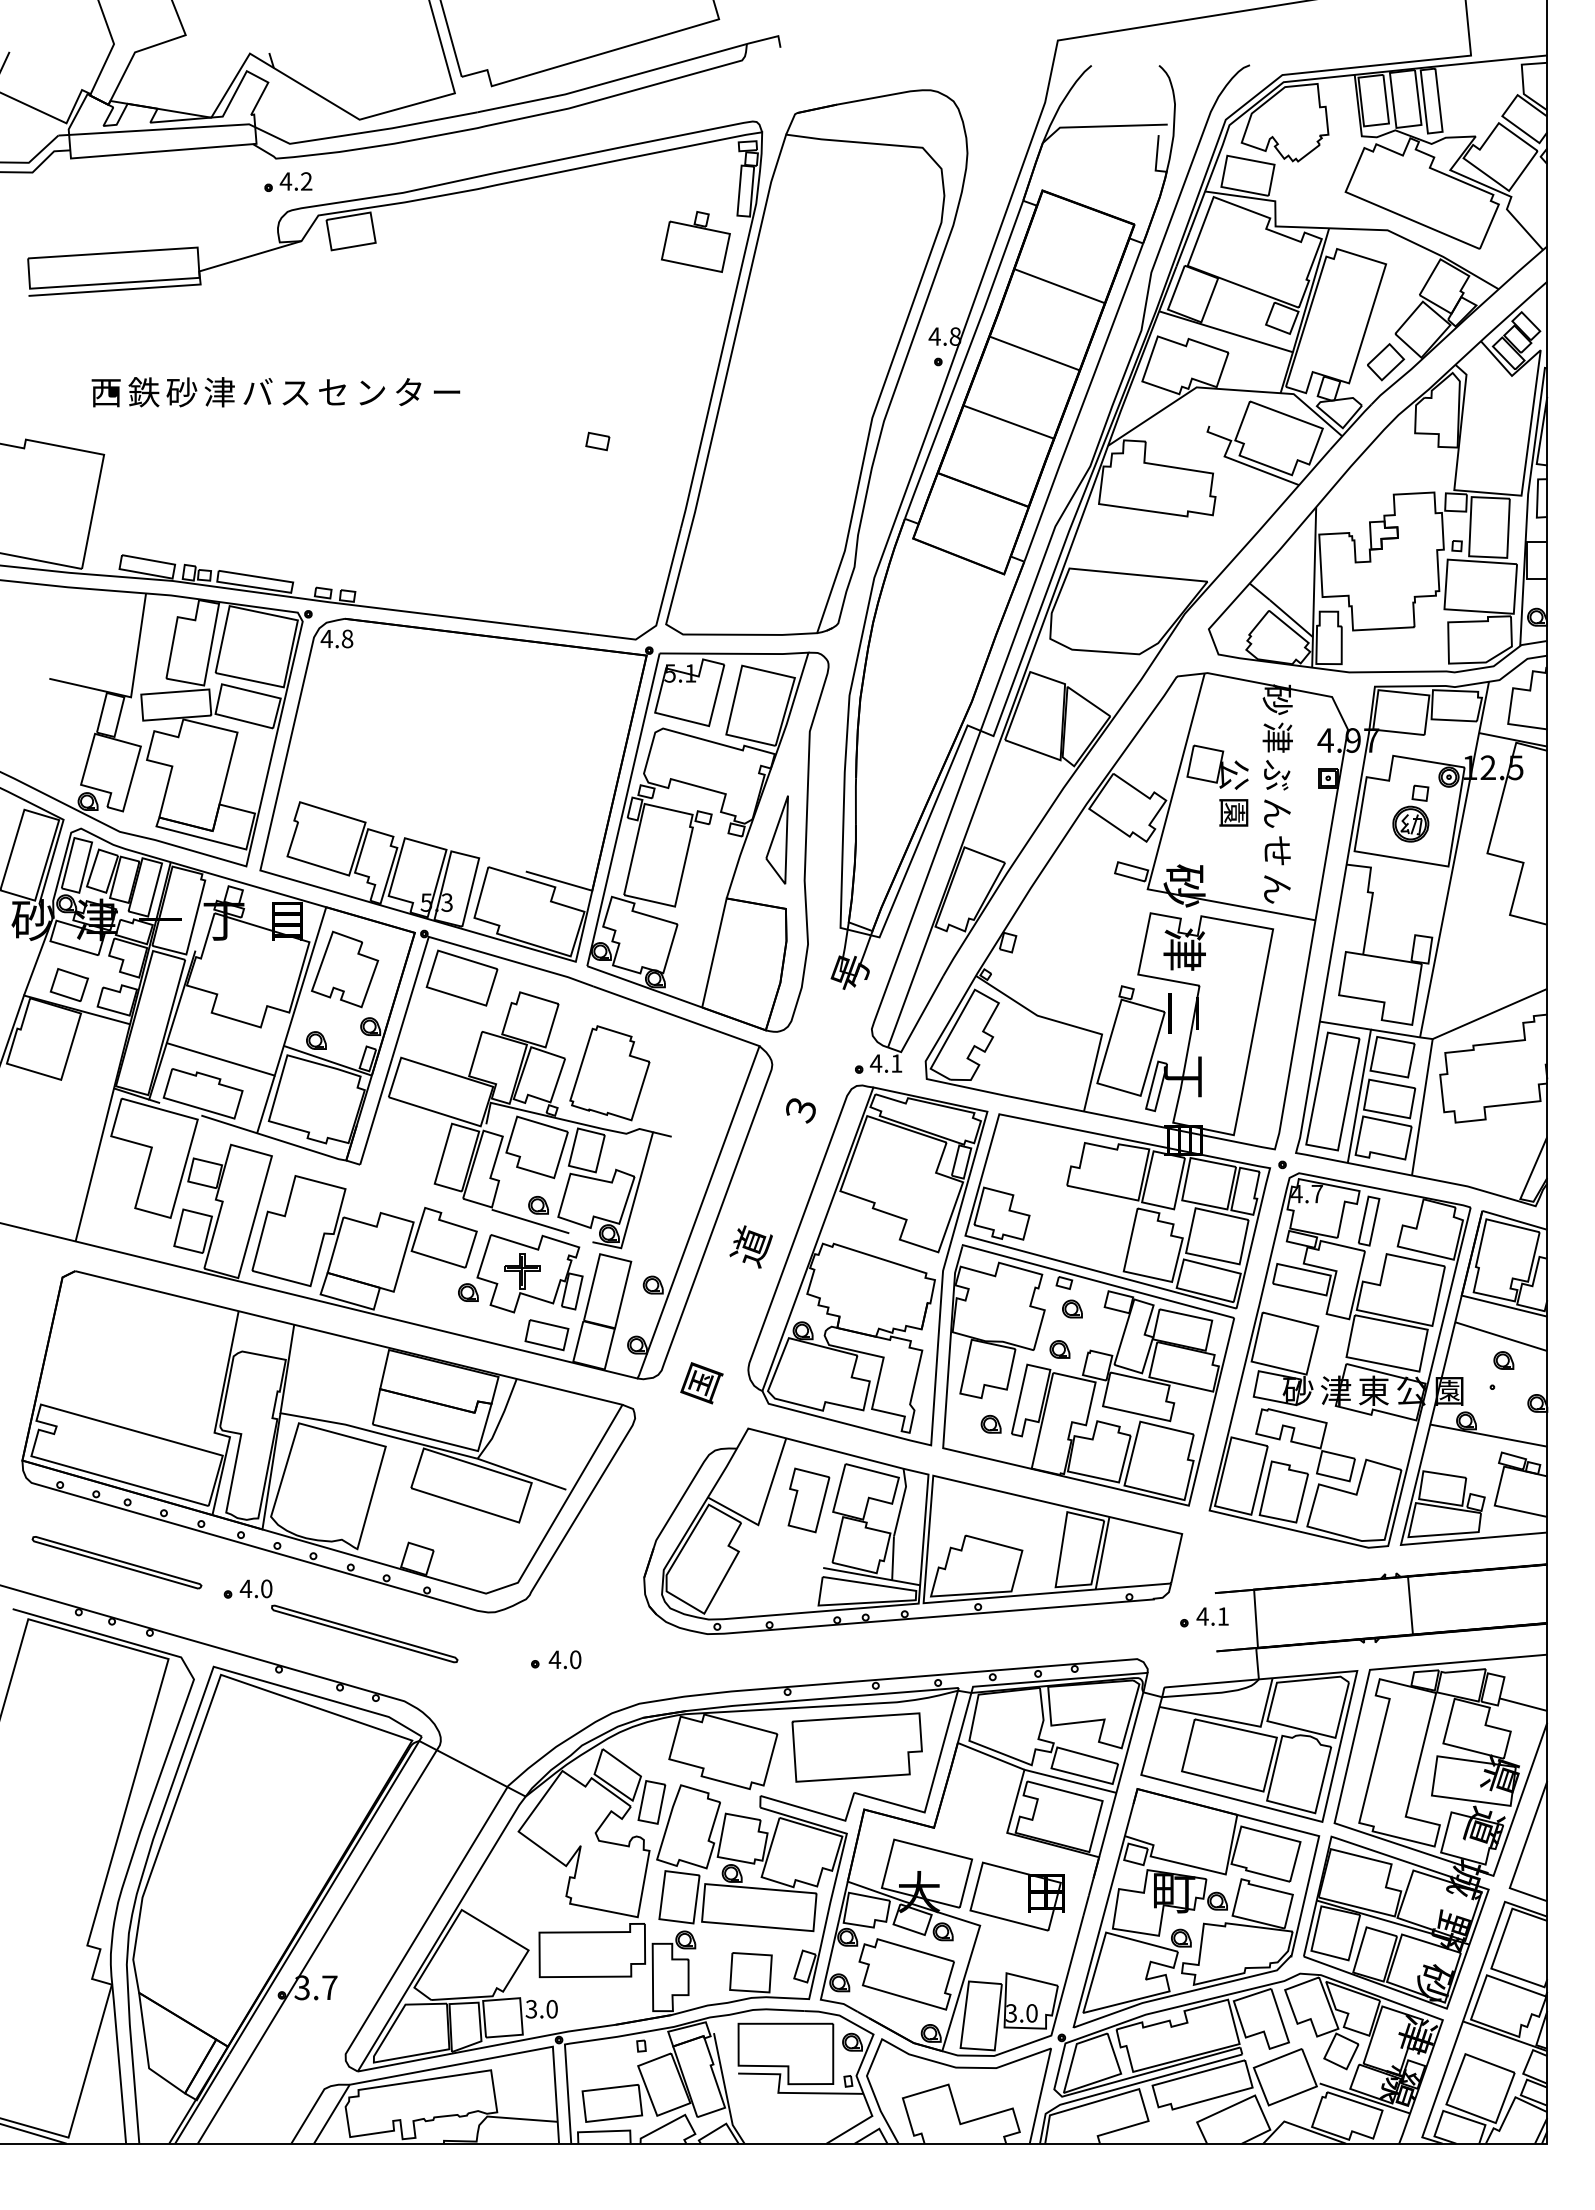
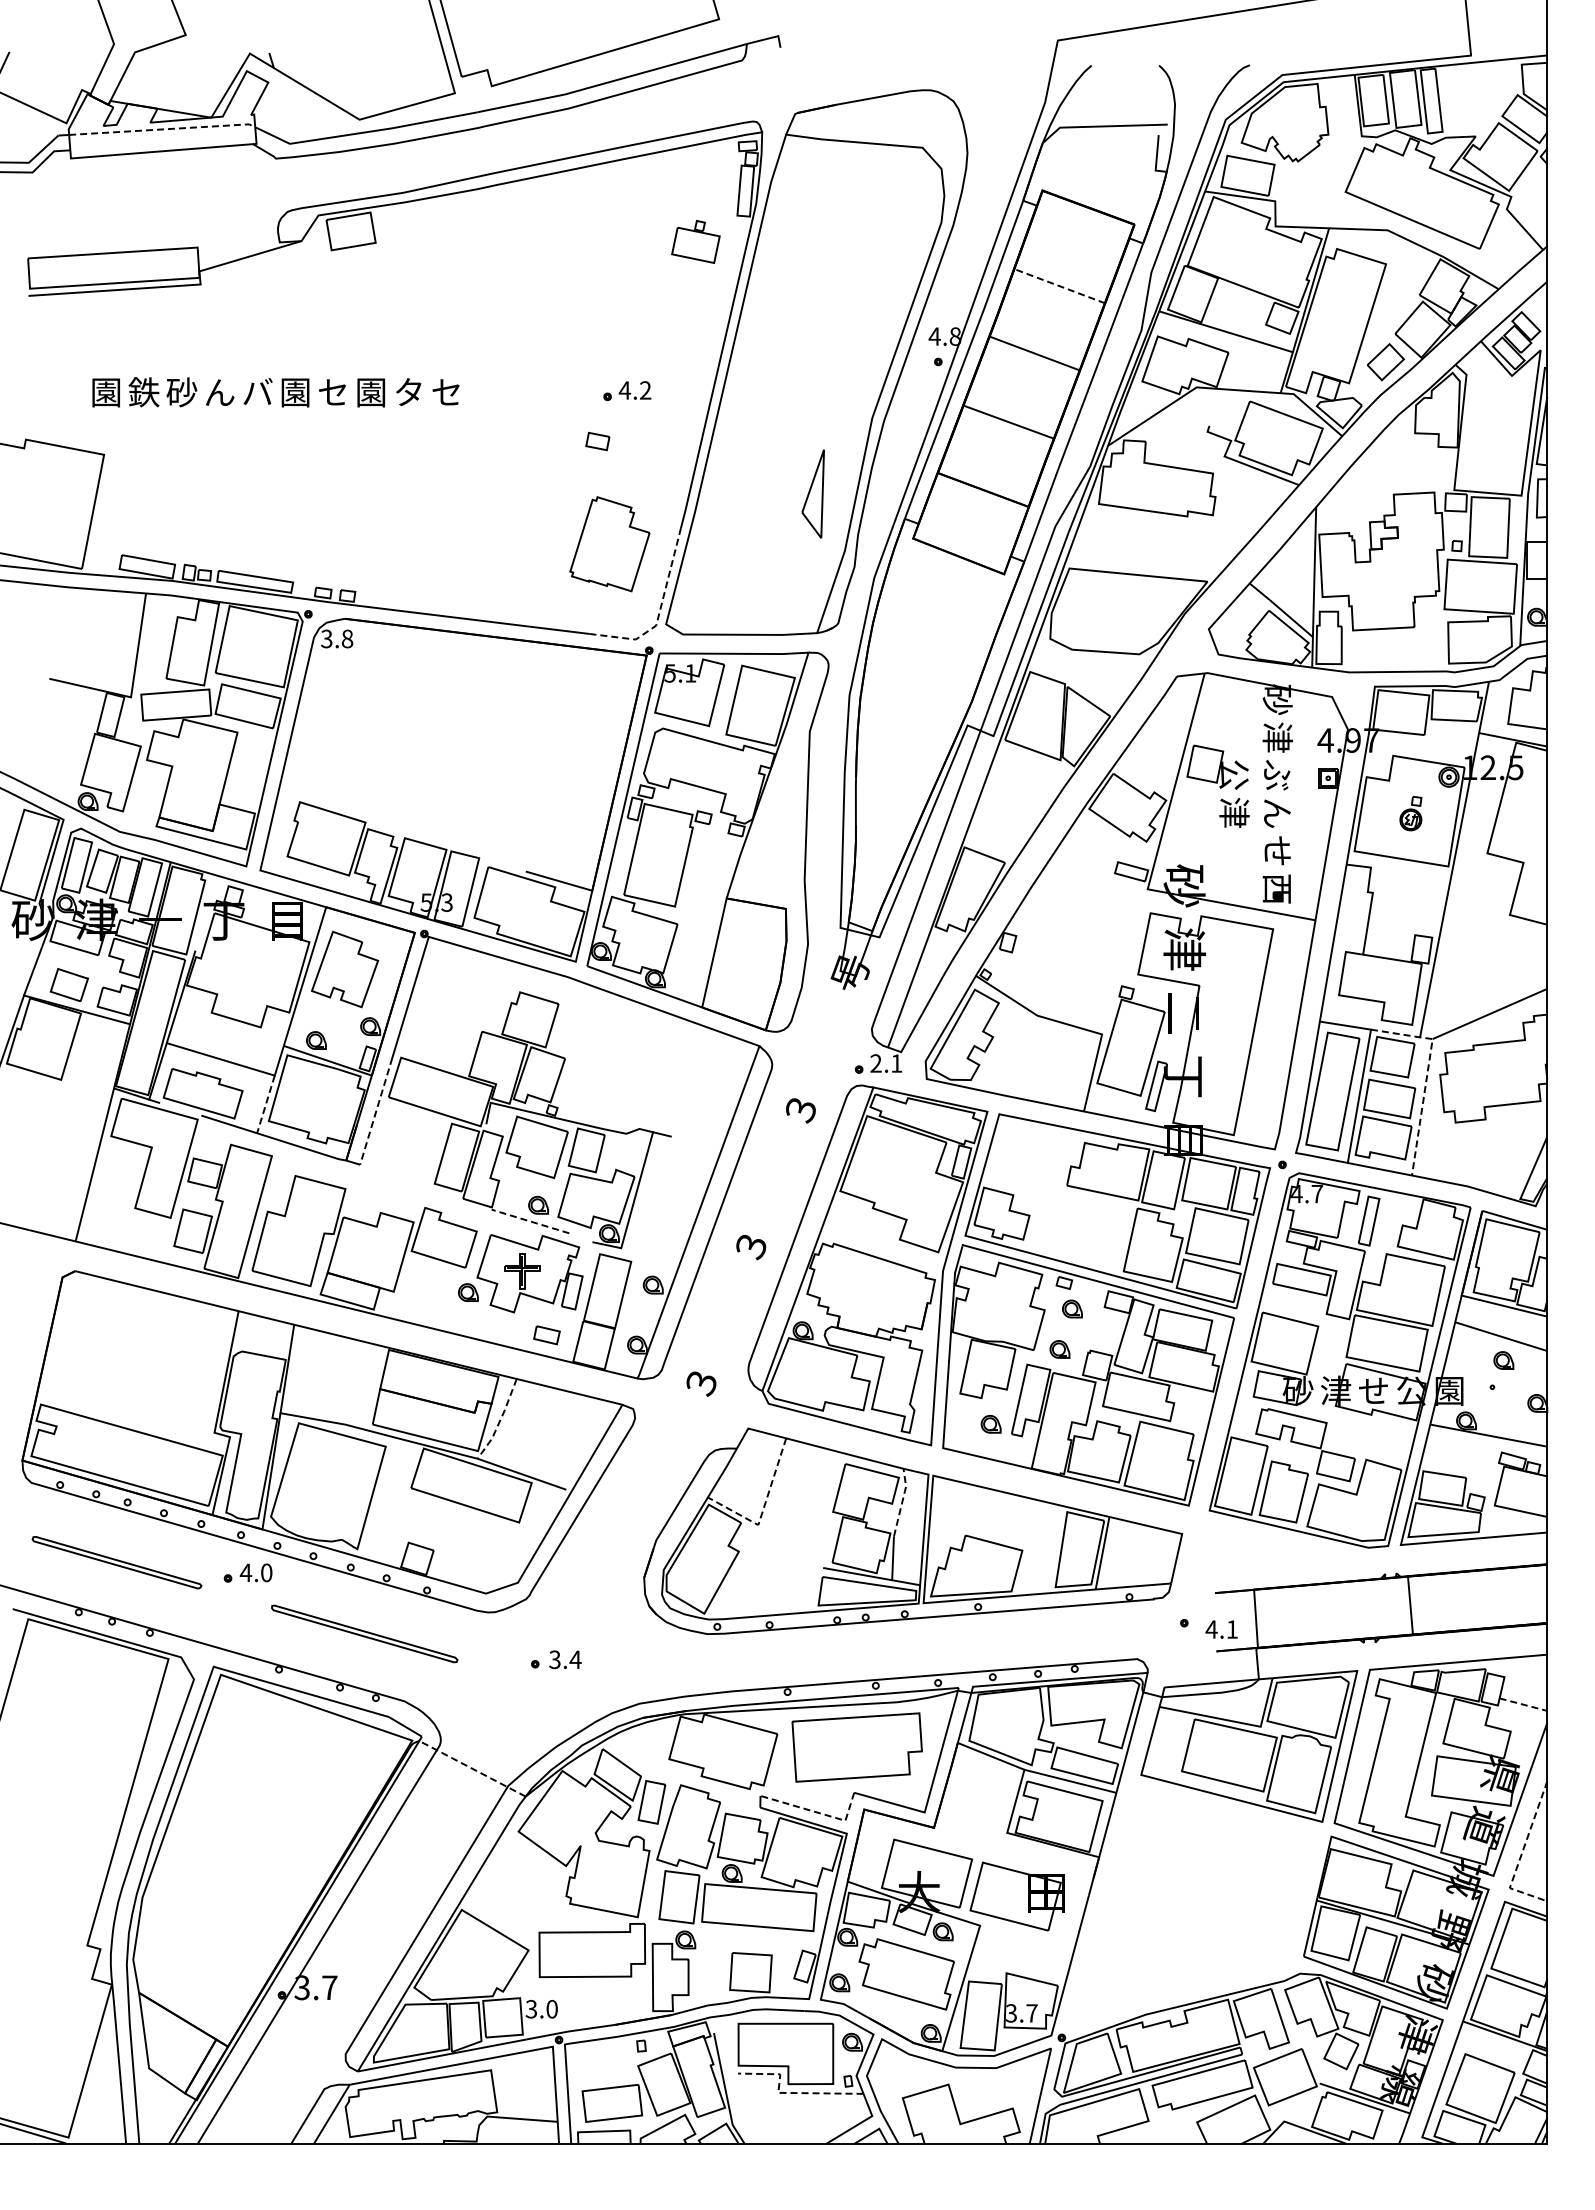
line at (163, 129): solid -> dashed
part at (288, 181) position: (288, 181) -> (627, 390)
part at (695, 241) size: 70x62 px -> 50x44 px
line at (1059, 286): solid -> dashed
text at (105, 392): 西 -> 園
text at (219, 392): 津 -> ん
text at (295, 392): ス -> 園
text at (371, 392): ン -> 園
text at (446, 392): ー -> セ
line at (659, 613): solid -> dashed
text at (326, 638): 4.8 -> 3.8
text at (1234, 812): 園 -> 津
part at (1410, 813) size: 38x59 px -> 24x36 px
part at (776, 839) position: (776, 839) -> (812, 493)
text at (1276, 888): ん -> 西
part at (461, 977): present -> none
text at (875, 1063): 4.1 -> 2.1
part at (609, 1073) position: (609, 1073) -> (609, 544)
line at (1427, 1075): solid -> dashed
line at (265, 1104): solid -> dashed
line at (376, 1111): solid -> dashed
line at (530, 1221): solid -> dashed
text at (750, 1246): 道 -> ３
part at (546, 1335) size: 46x33 px -> 28x21 px
text at (701, 1383): 国 -> ３
text at (1373, 1390): 東 -> せ
line at (500, 1420): solid -> dashed
part at (808, 1500): present -> none
line at (902, 1501): solid -> dashed
line at (763, 1510): solid -> dashed
part at (247, 1588) position: (247, 1588) -> (247, 1572)
text at (1212, 1616) position: (1212, 1616) -> (1221, 1629)
text at (564, 1659): 4.0 -> 3.4
line at (1523, 1704): solid -> dashed
line at (472, 1768): solid -> dashed
line at (817, 1812): solid -> dashed
line at (1521, 1854): solid -> dashed
part at (1196, 1908): present -> none
text at (1031, 2013): 3.0 -> 3.7
line at (789, 2092): solid -> dashed
